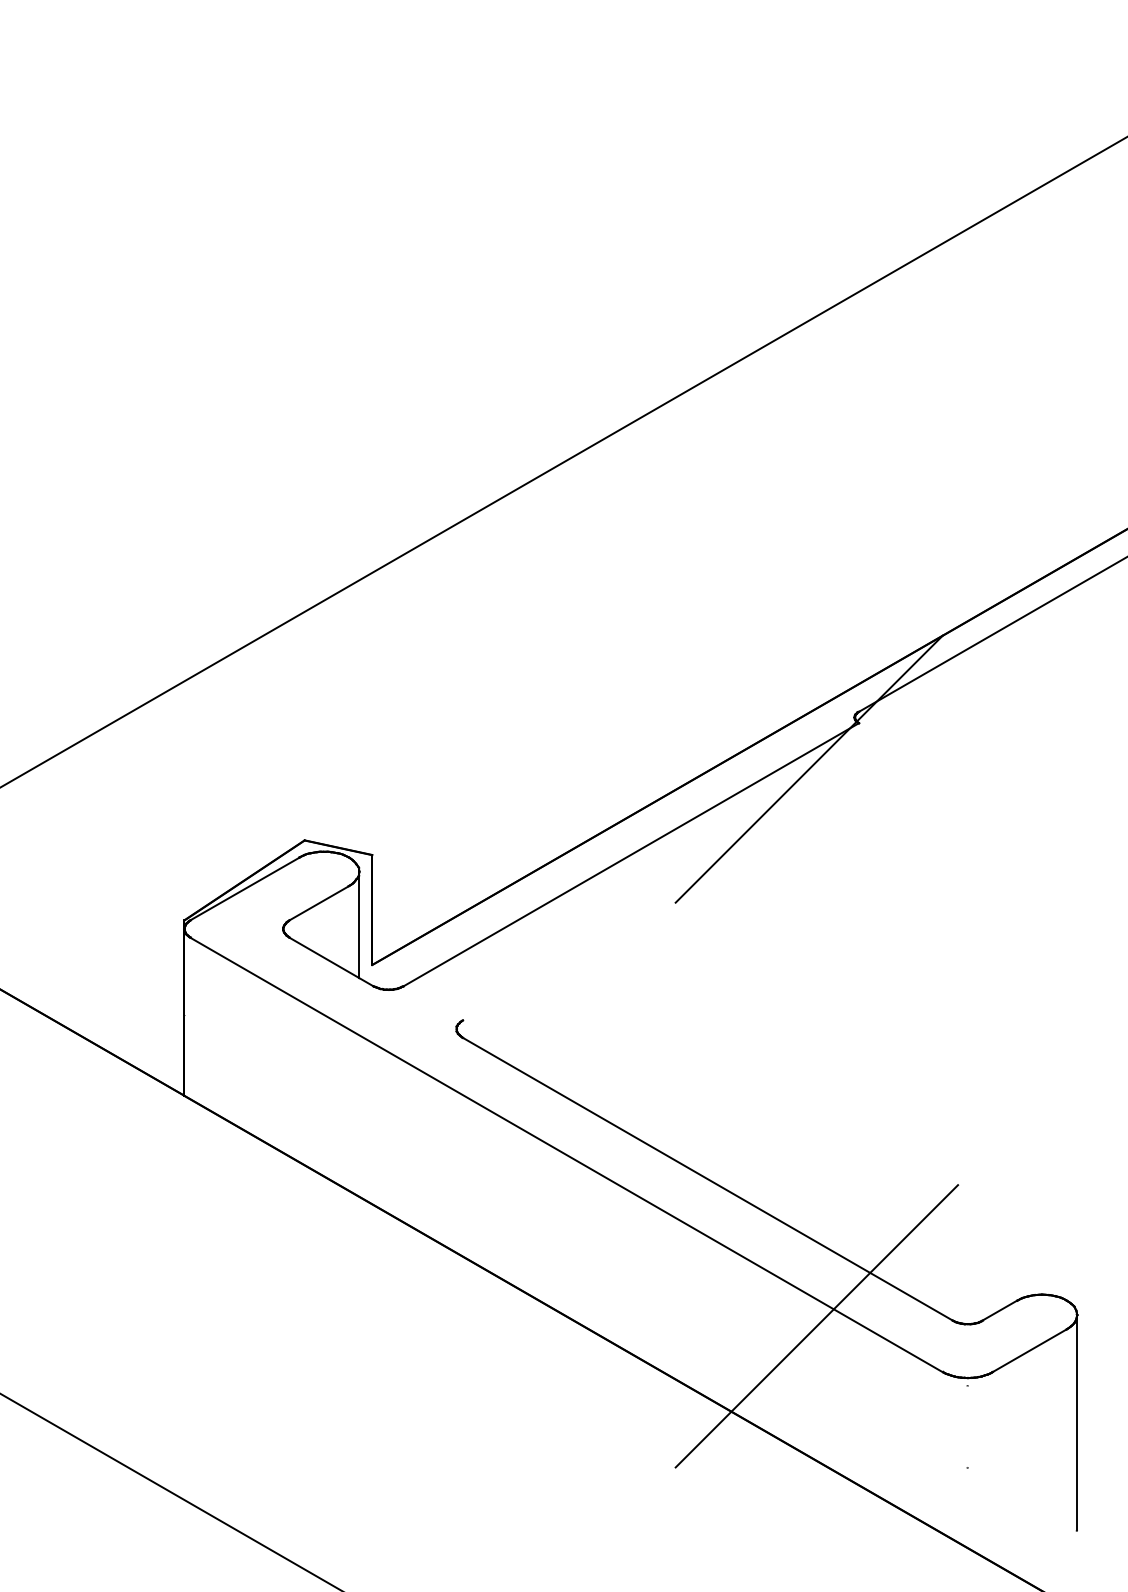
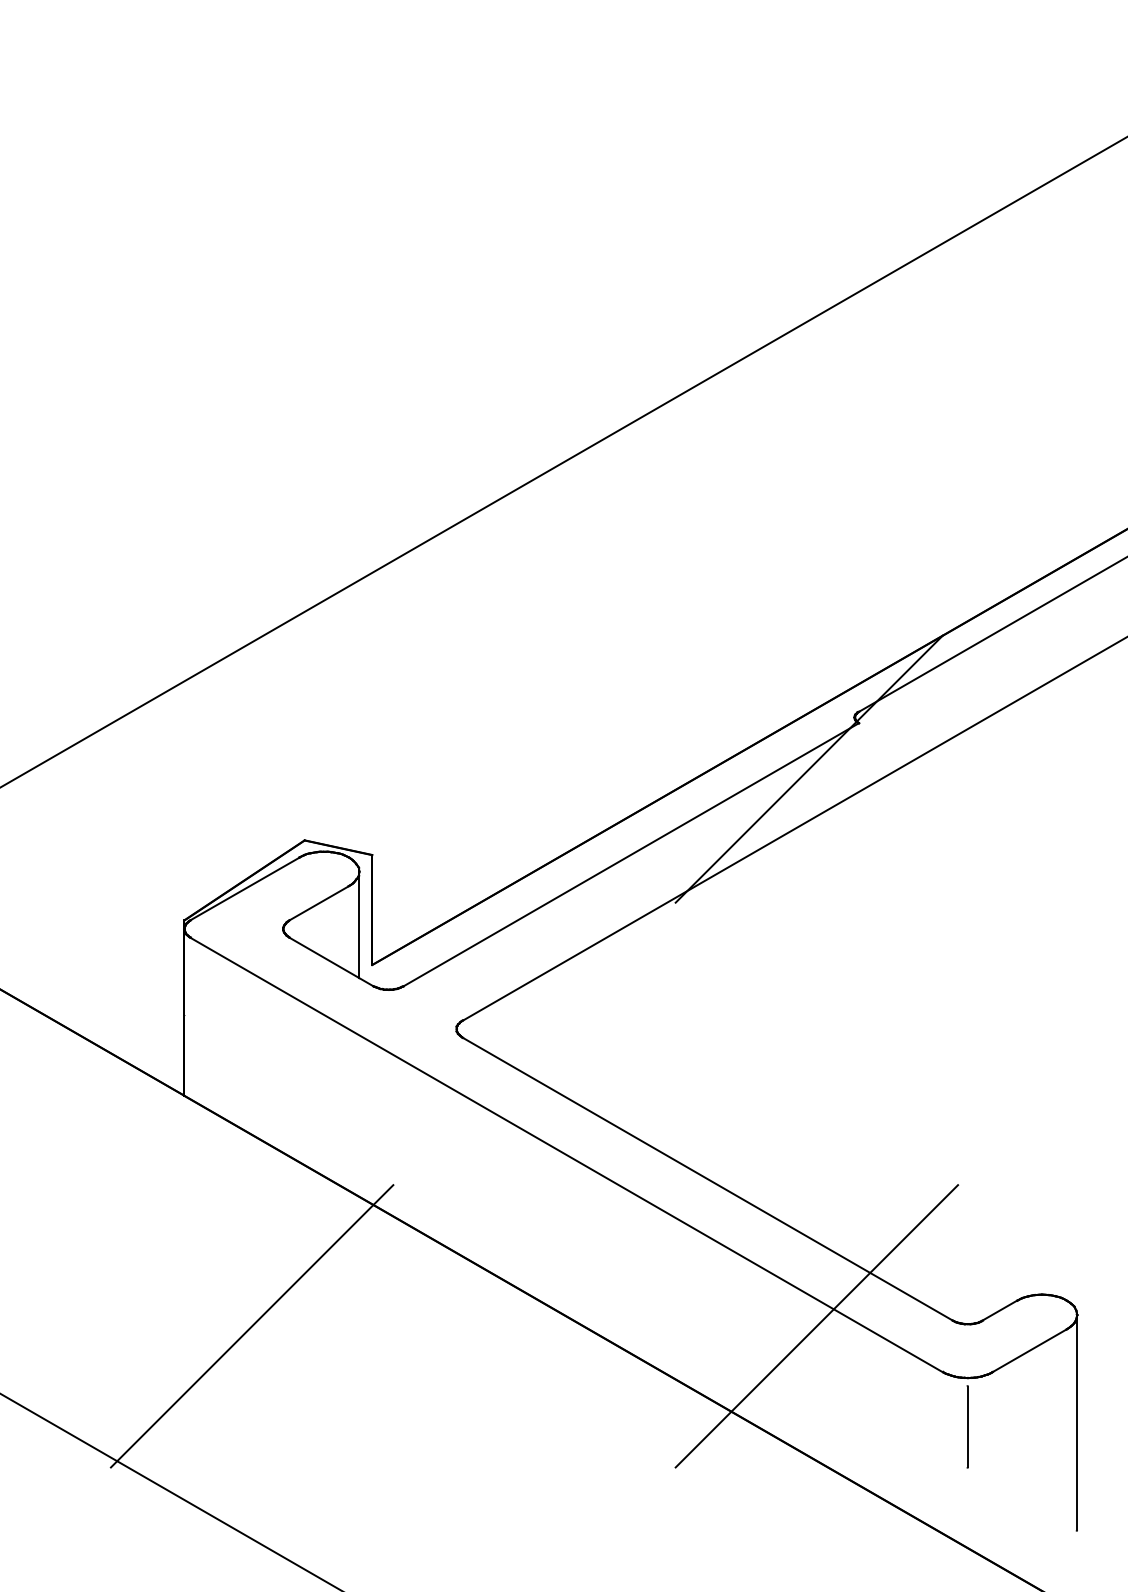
line at (793, 829): none -> present
line at (251, 1326): none -> present
line at (967, 1426): none -> present
